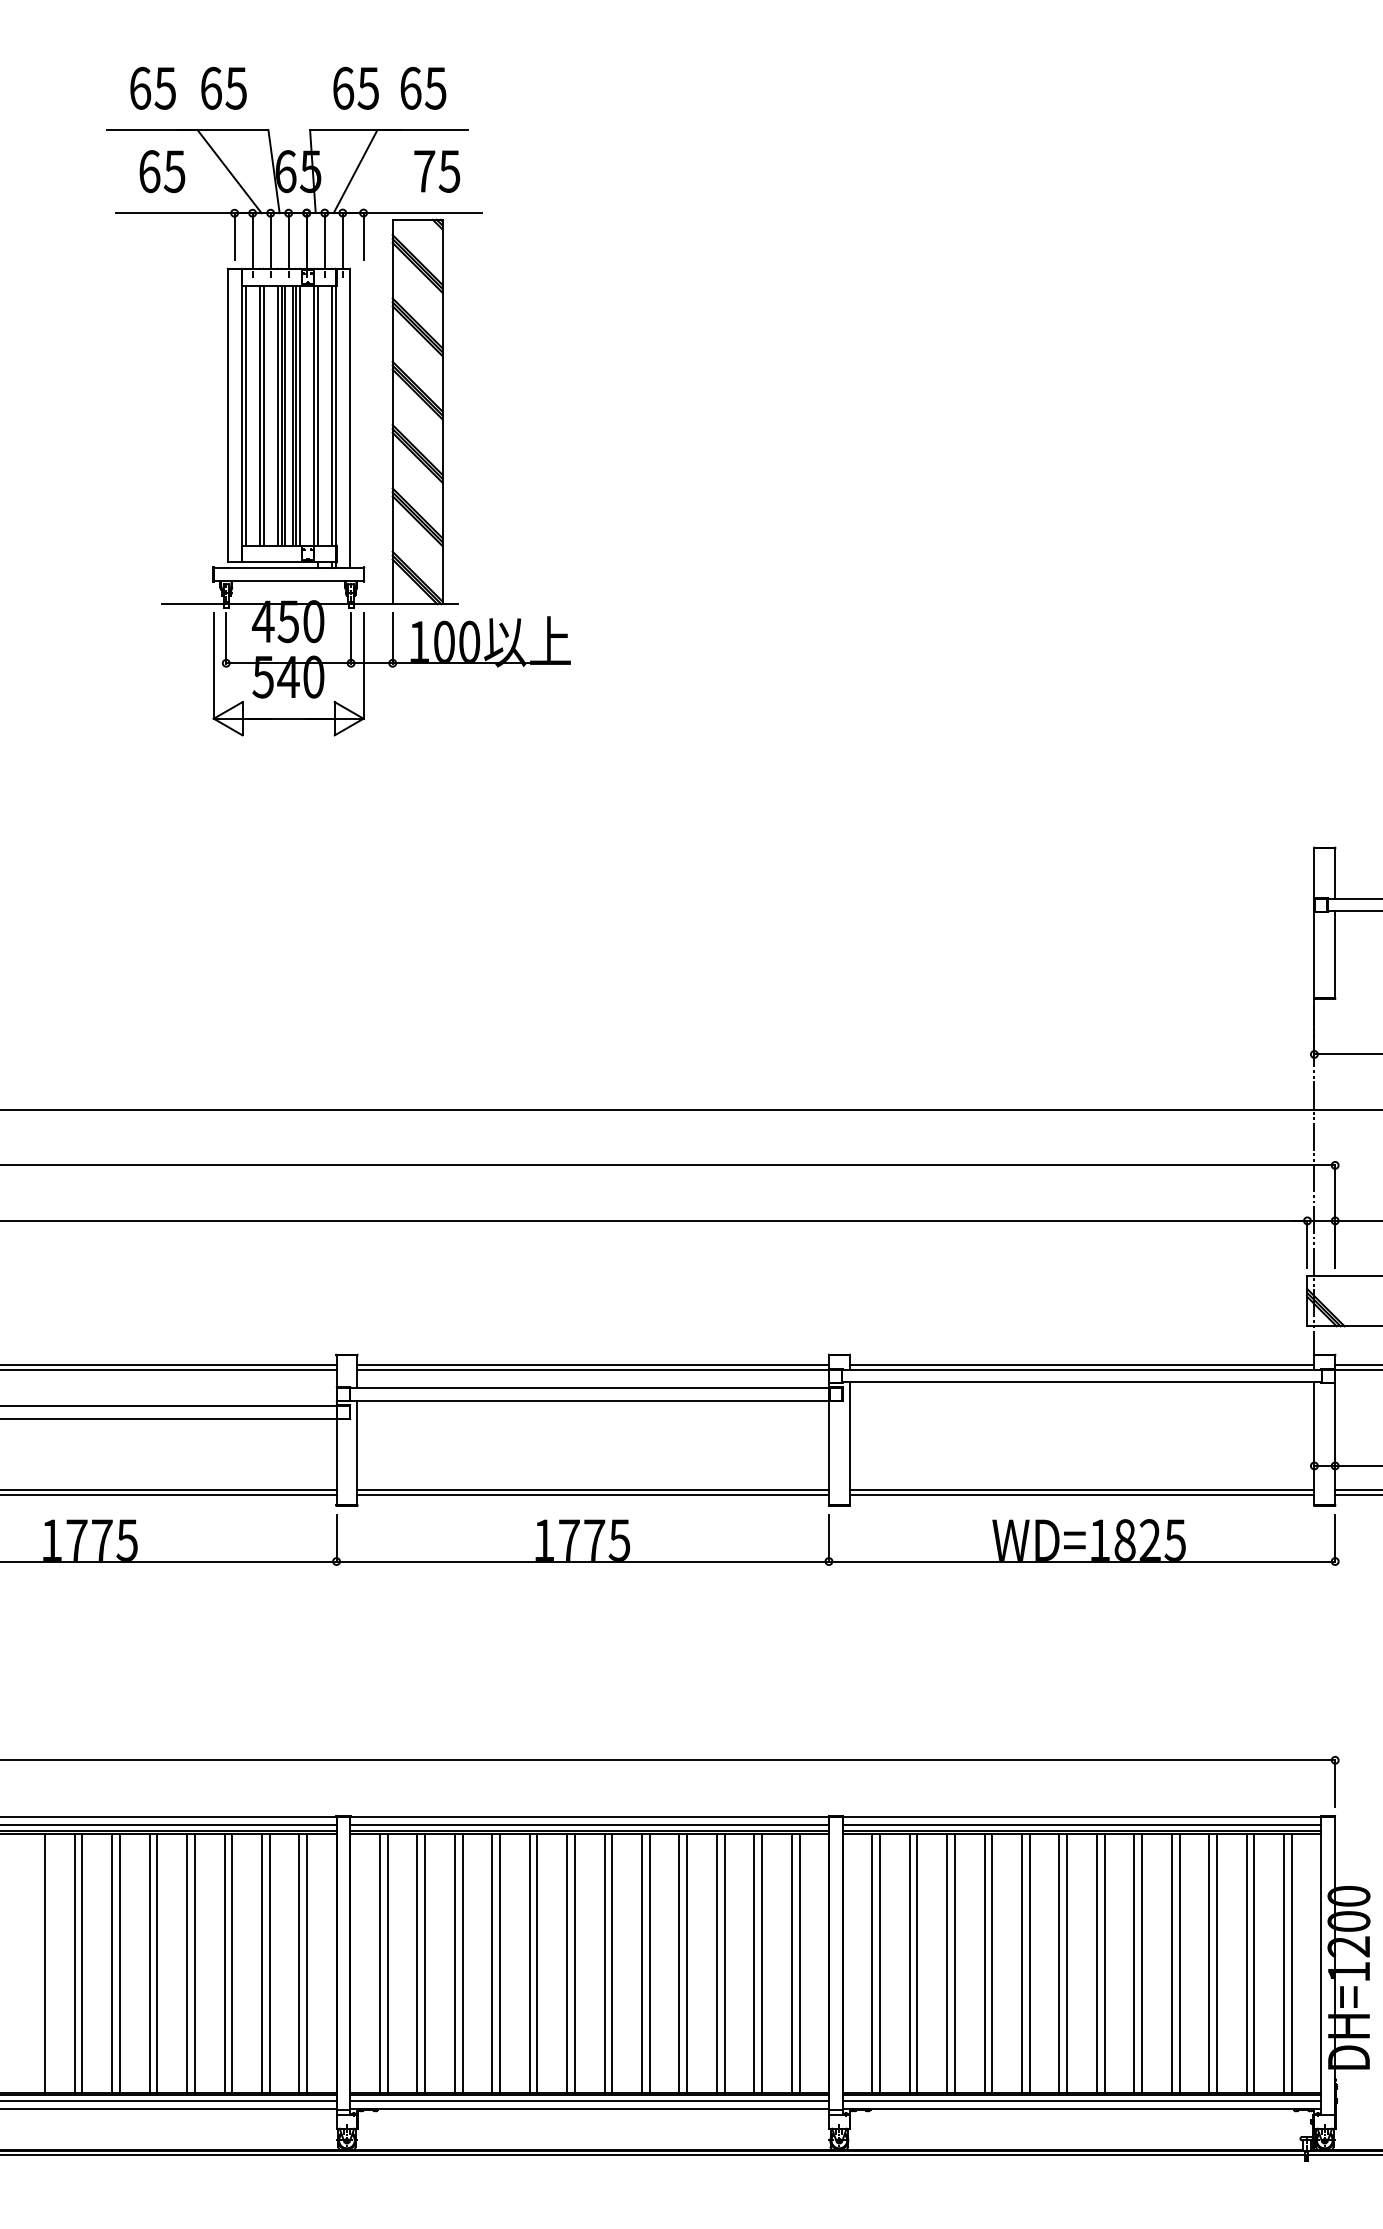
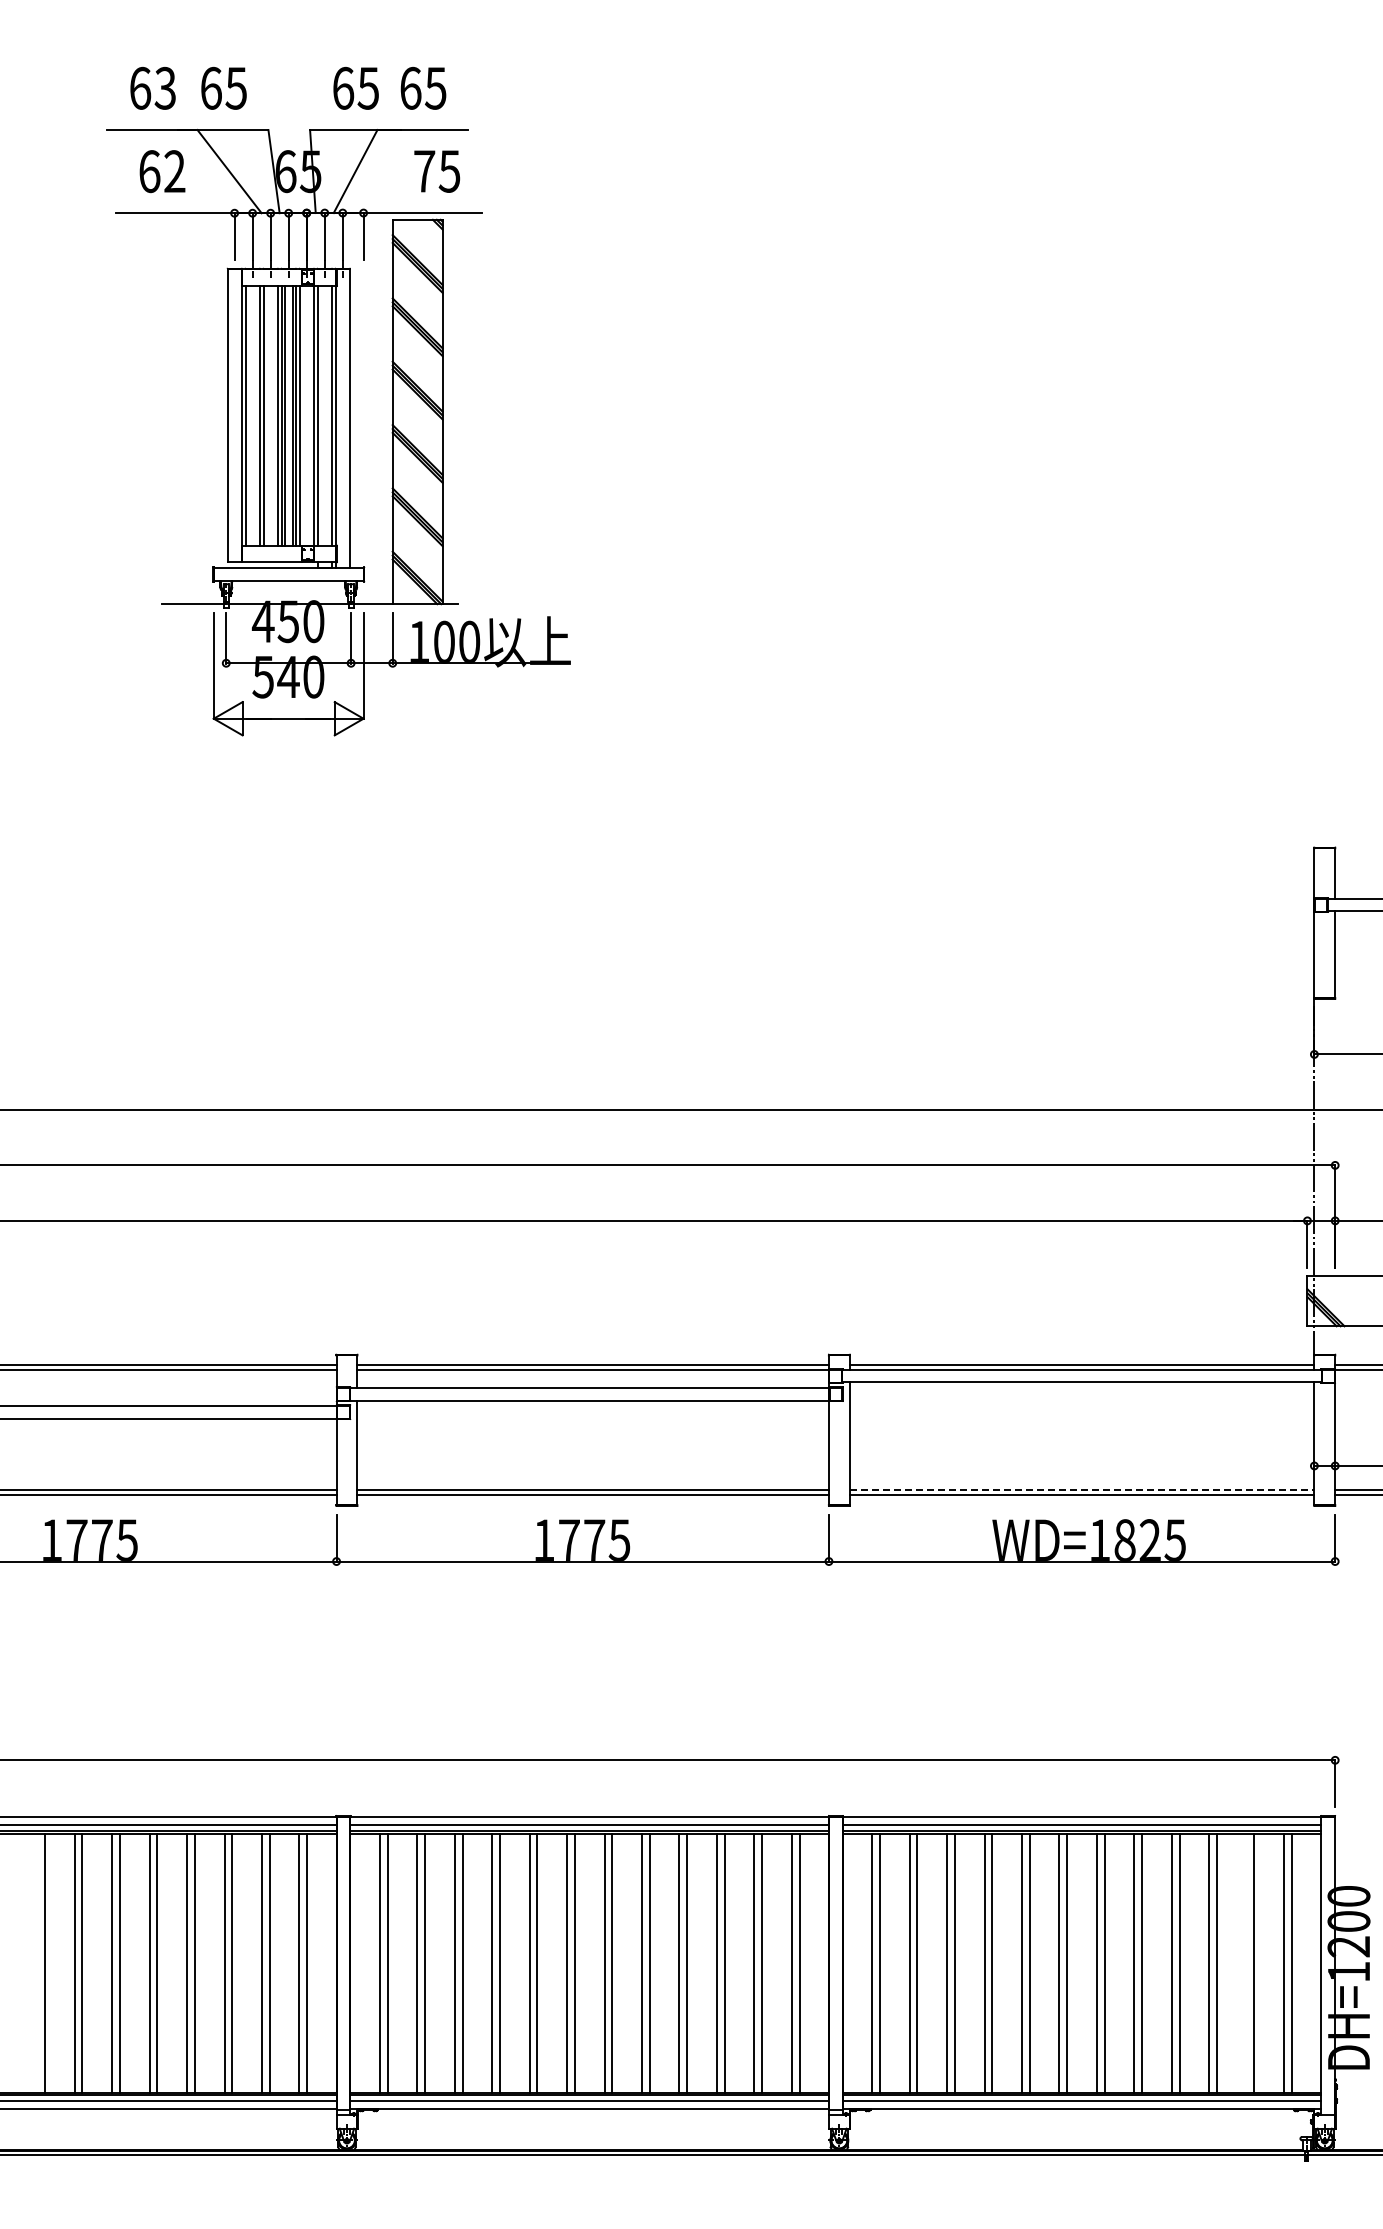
text at (164, 87): 65 -> 63
text at (174, 171): 65 -> 62
line at (1082, 1490): solid -> dashed
line at (1246, 1962): present -> none
